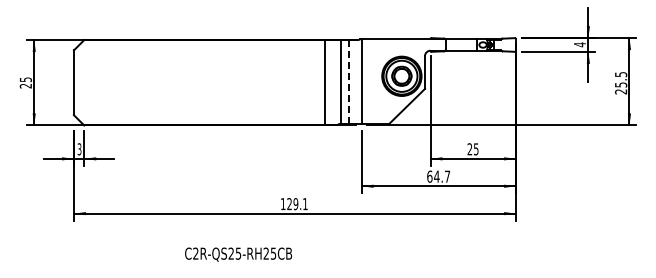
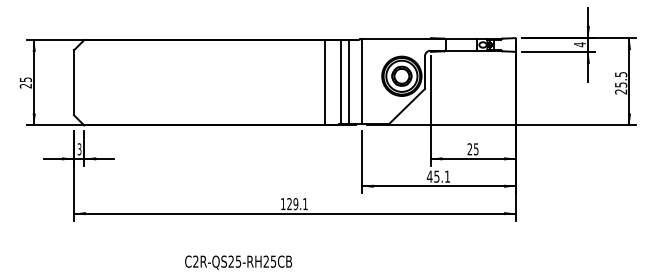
line at (348, 81): dashed -> solid
text at (438, 176): 64.7 -> 45.1
text at (238, 254) position: (238, 254) -> (238, 262)
